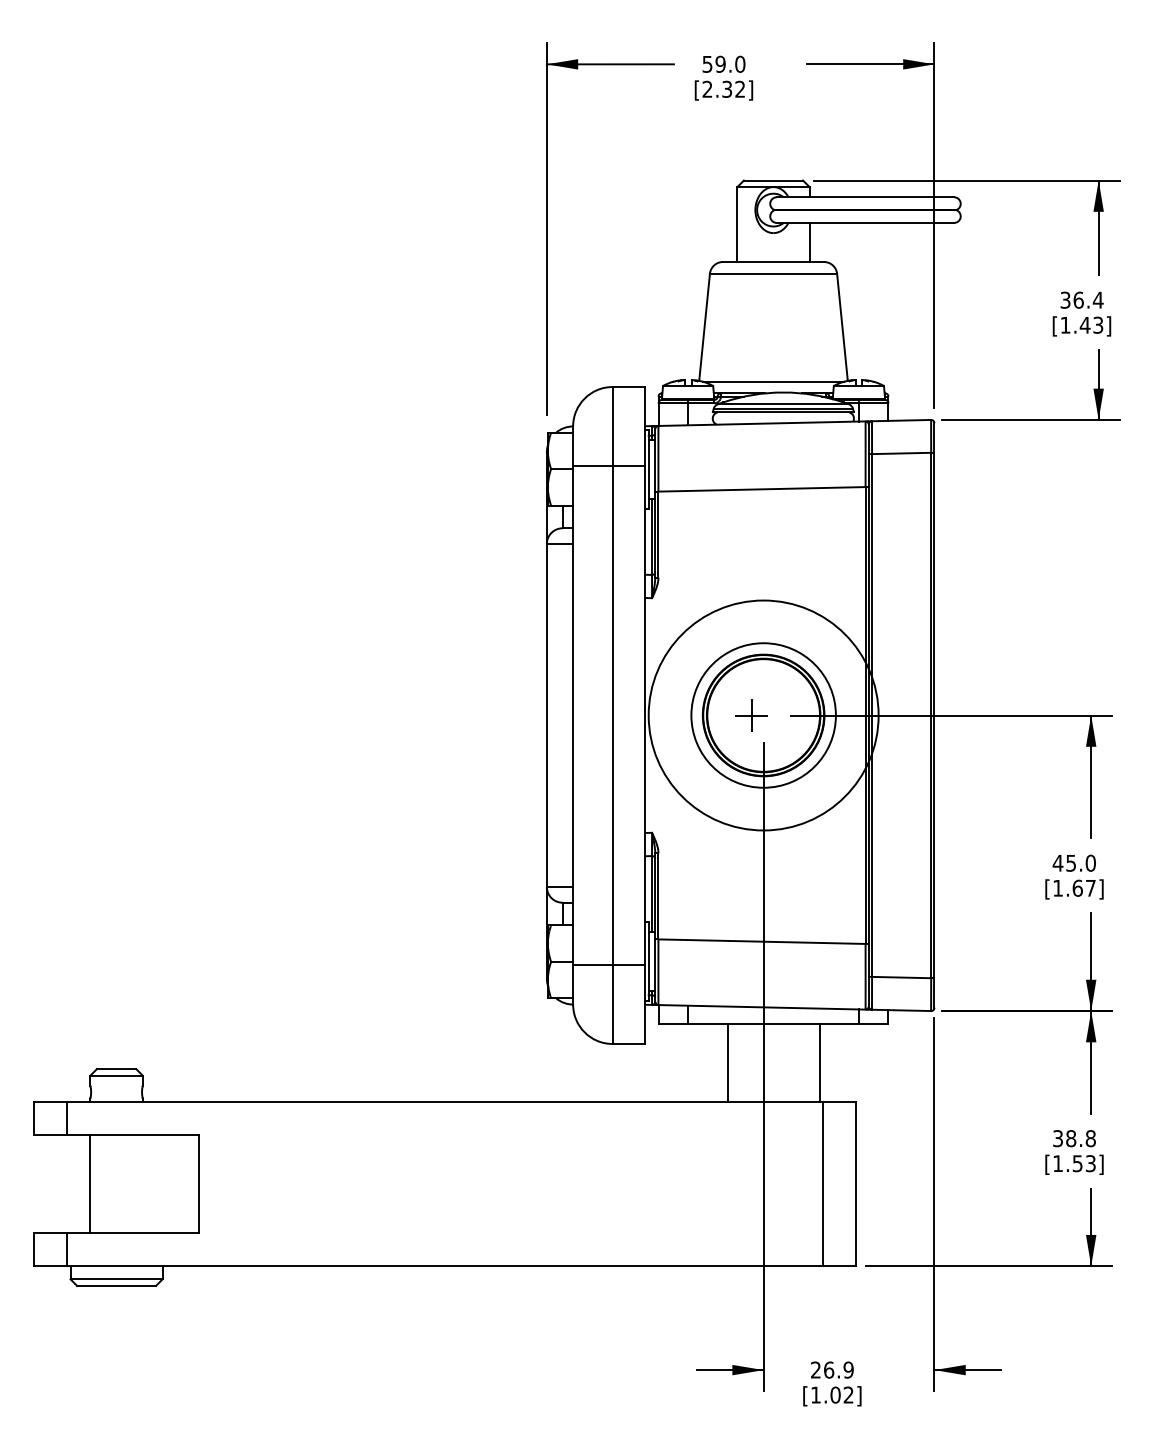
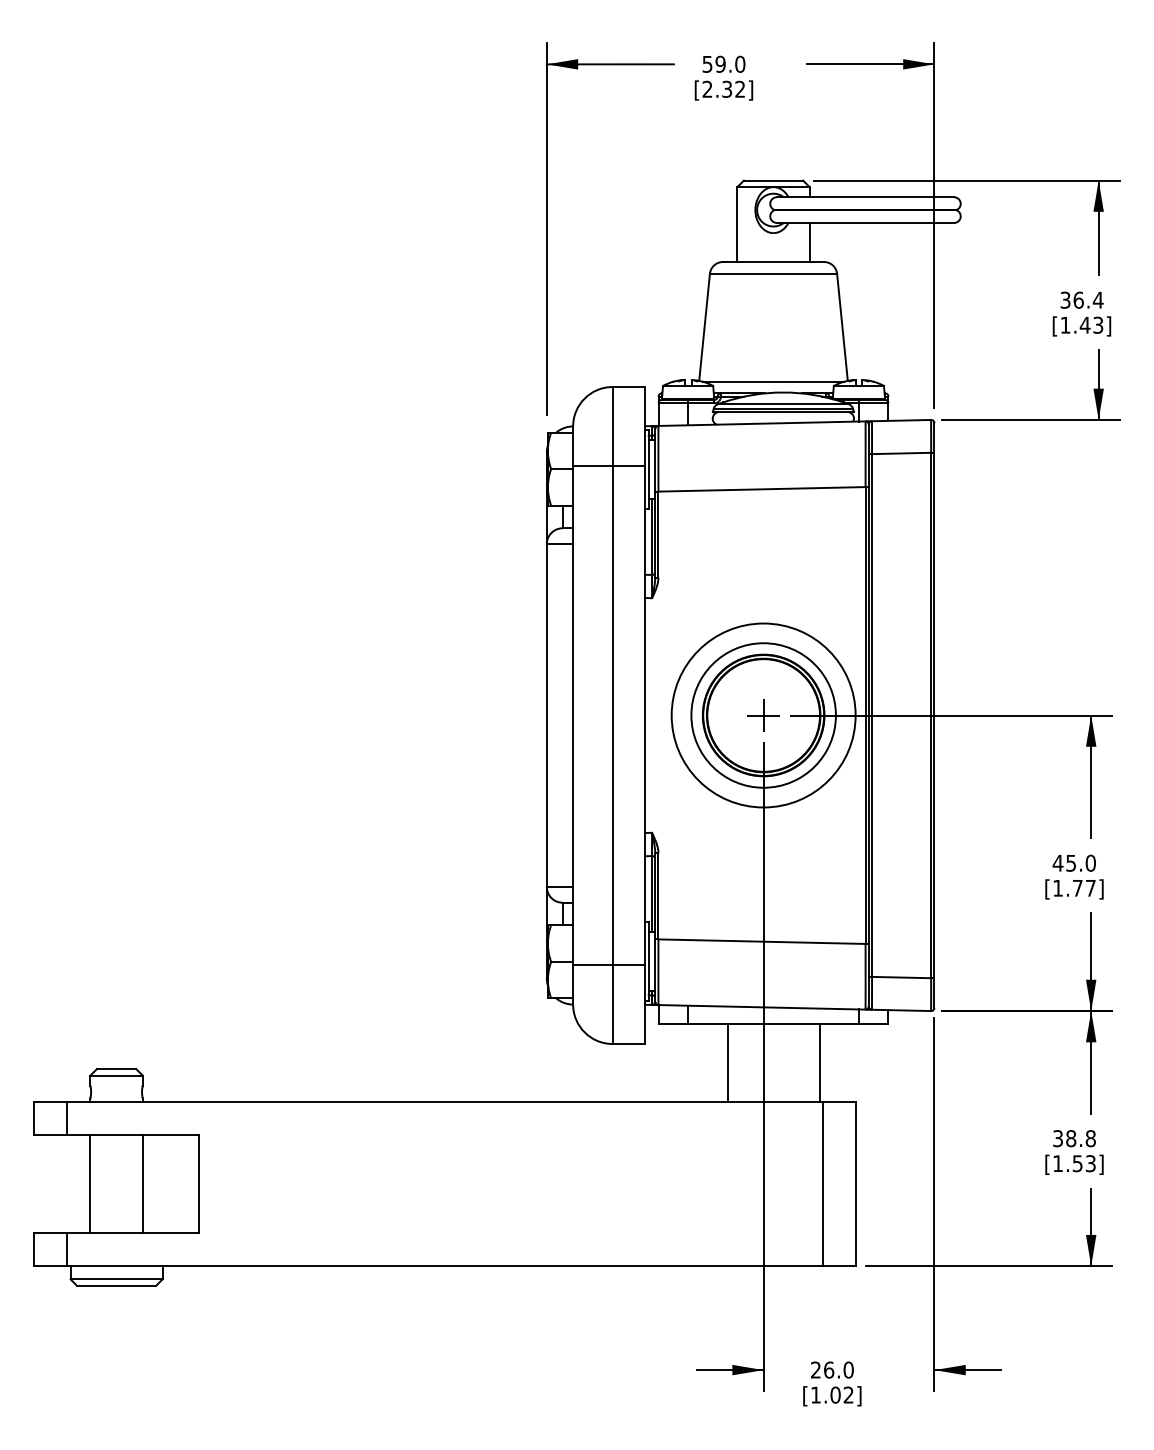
part at (751, 715) position: (751, 715) -> (763, 715)
circle at (763, 715) diameter: 230 px -> 184 px
text at (1077, 887): [1.67] -> [1.77]
line at (142, 1183): none -> present
text at (848, 1369): 26.9 -> 26.0
